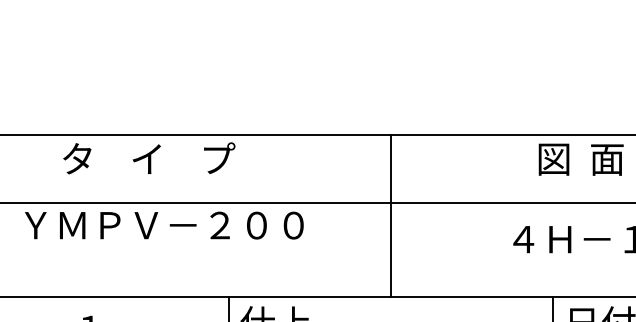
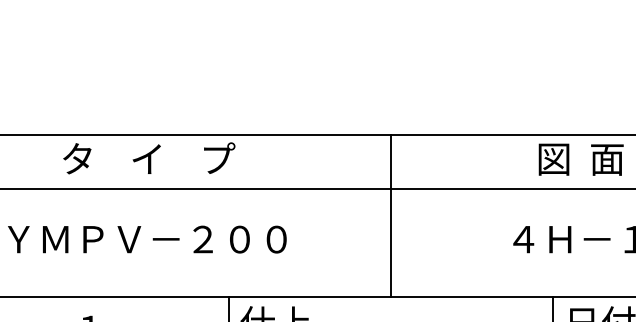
line at (317, 203) position: (317, 203) -> (317, 189)
text at (164, 225) position: (164, 225) -> (147, 239)
